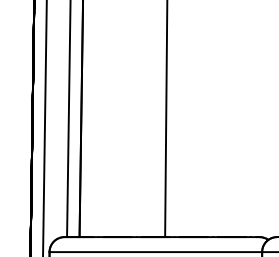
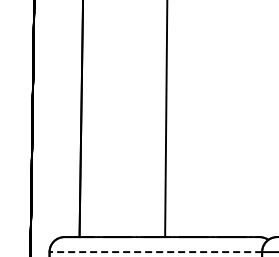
line at (68, 119): present -> none
line at (44, 127): present -> none
line at (155, 252): solid -> dashed
